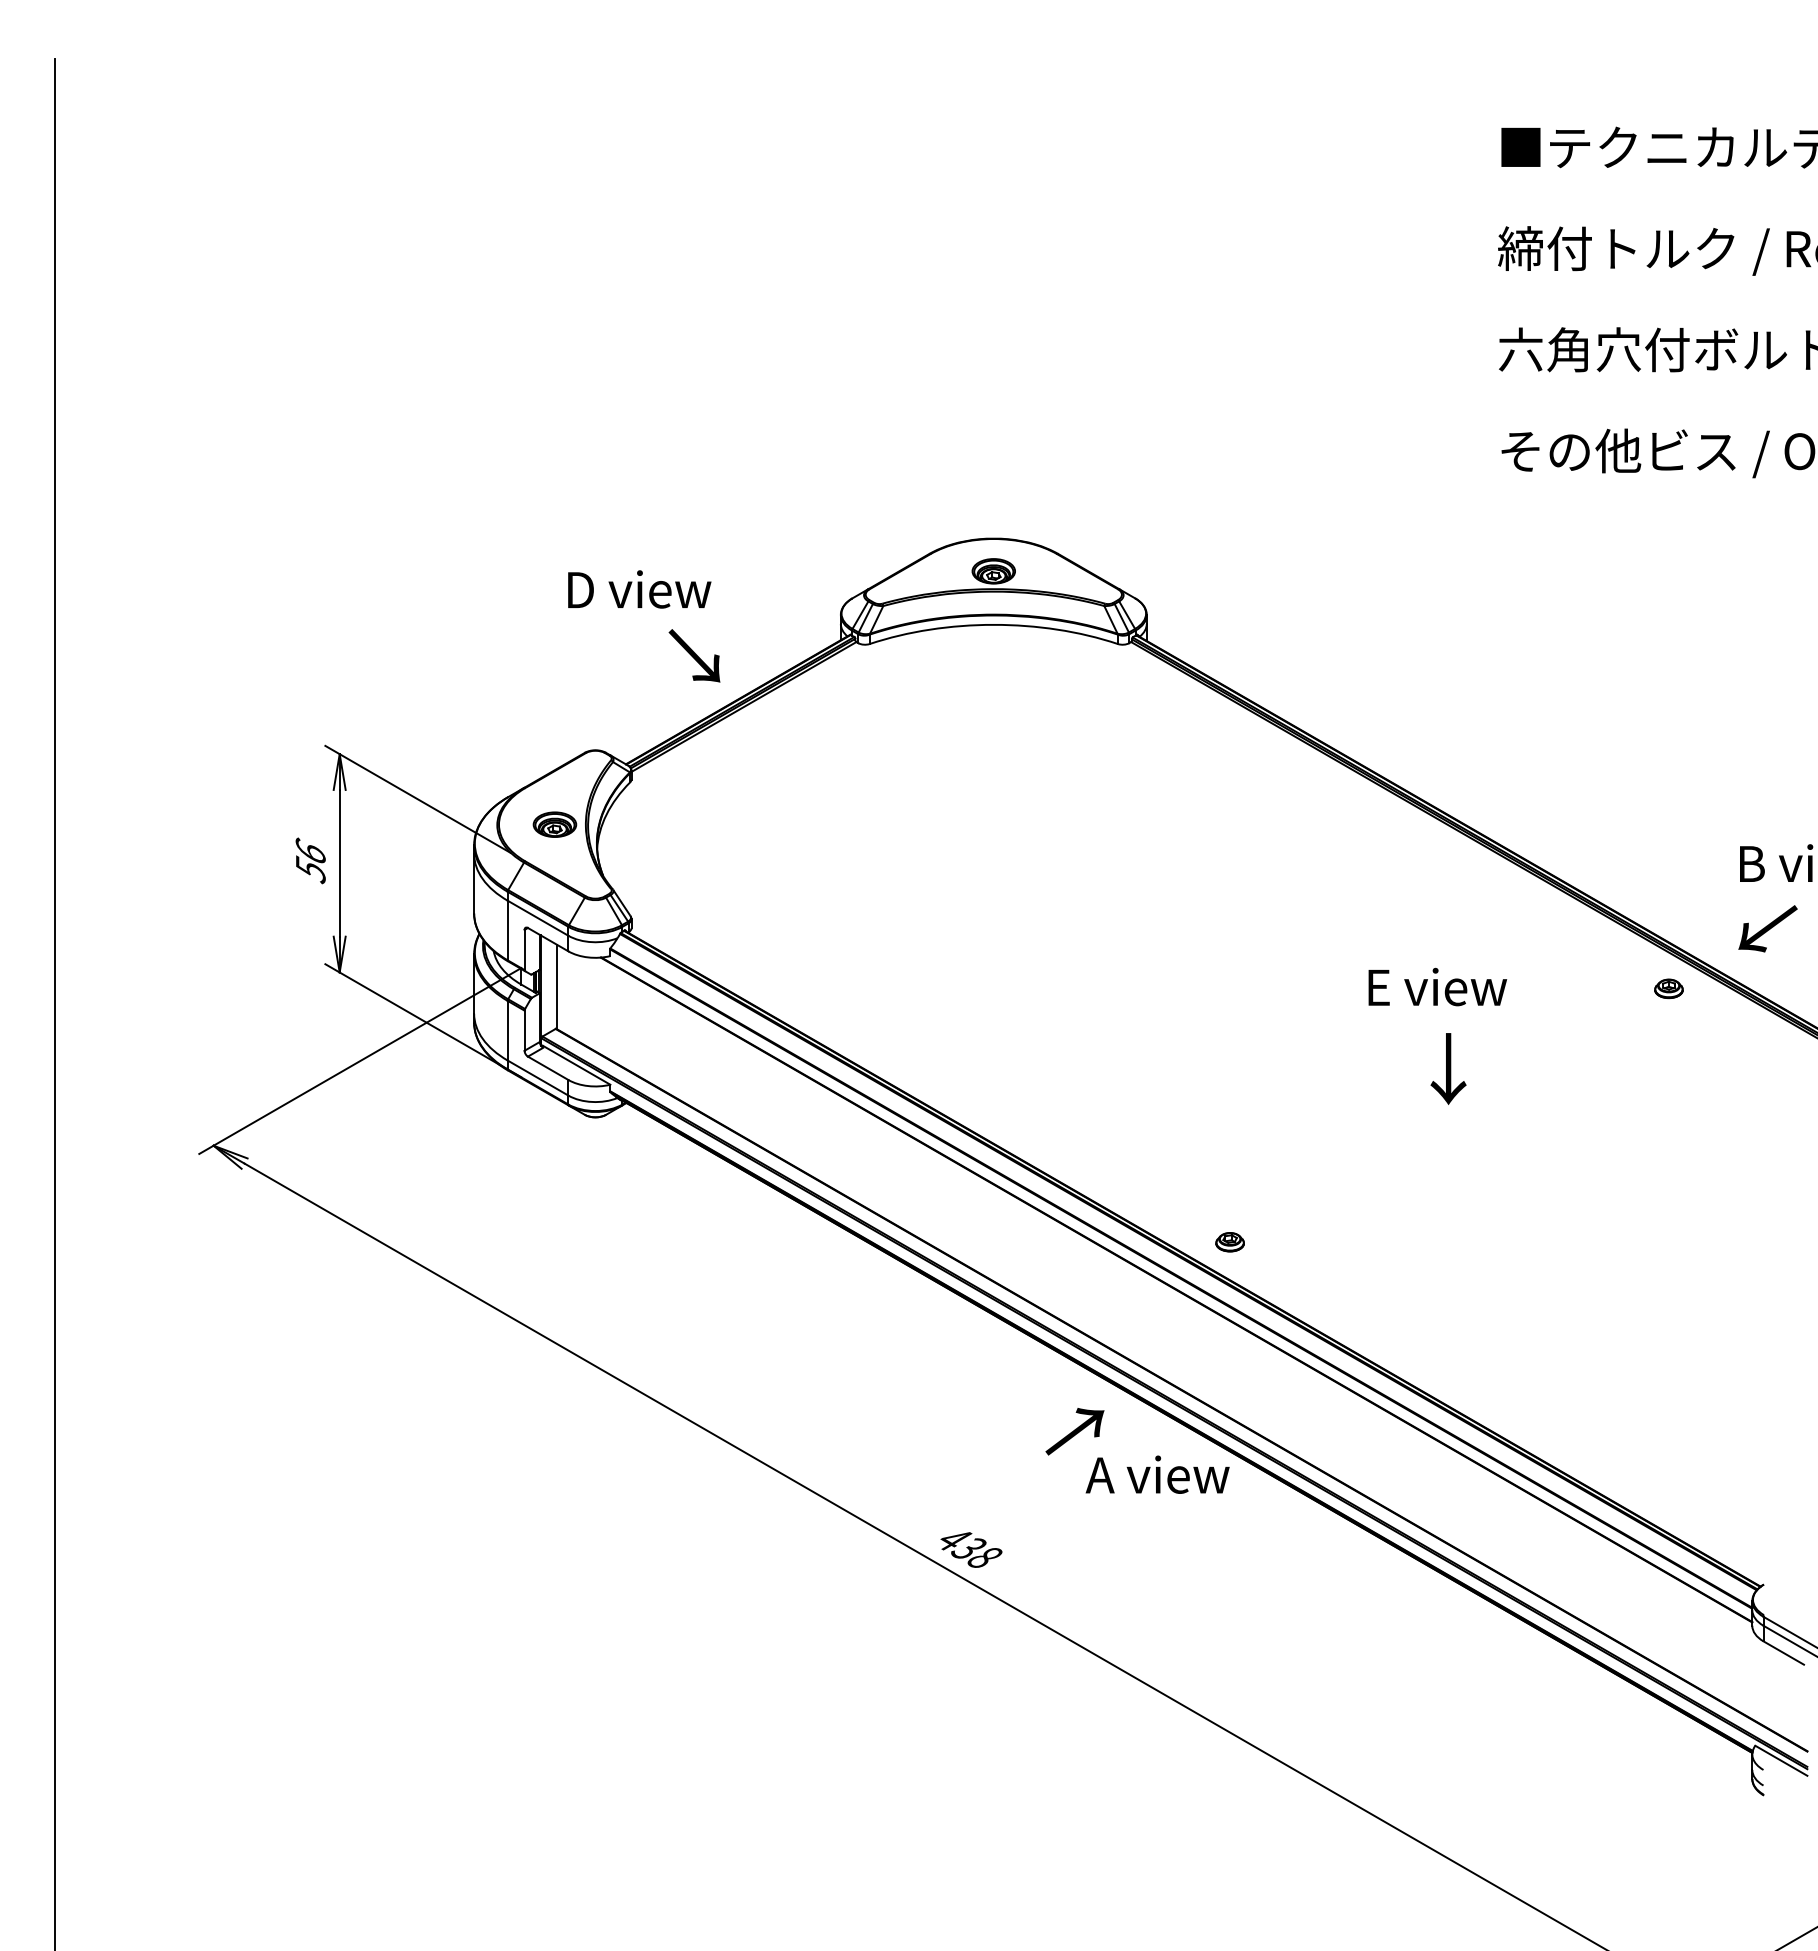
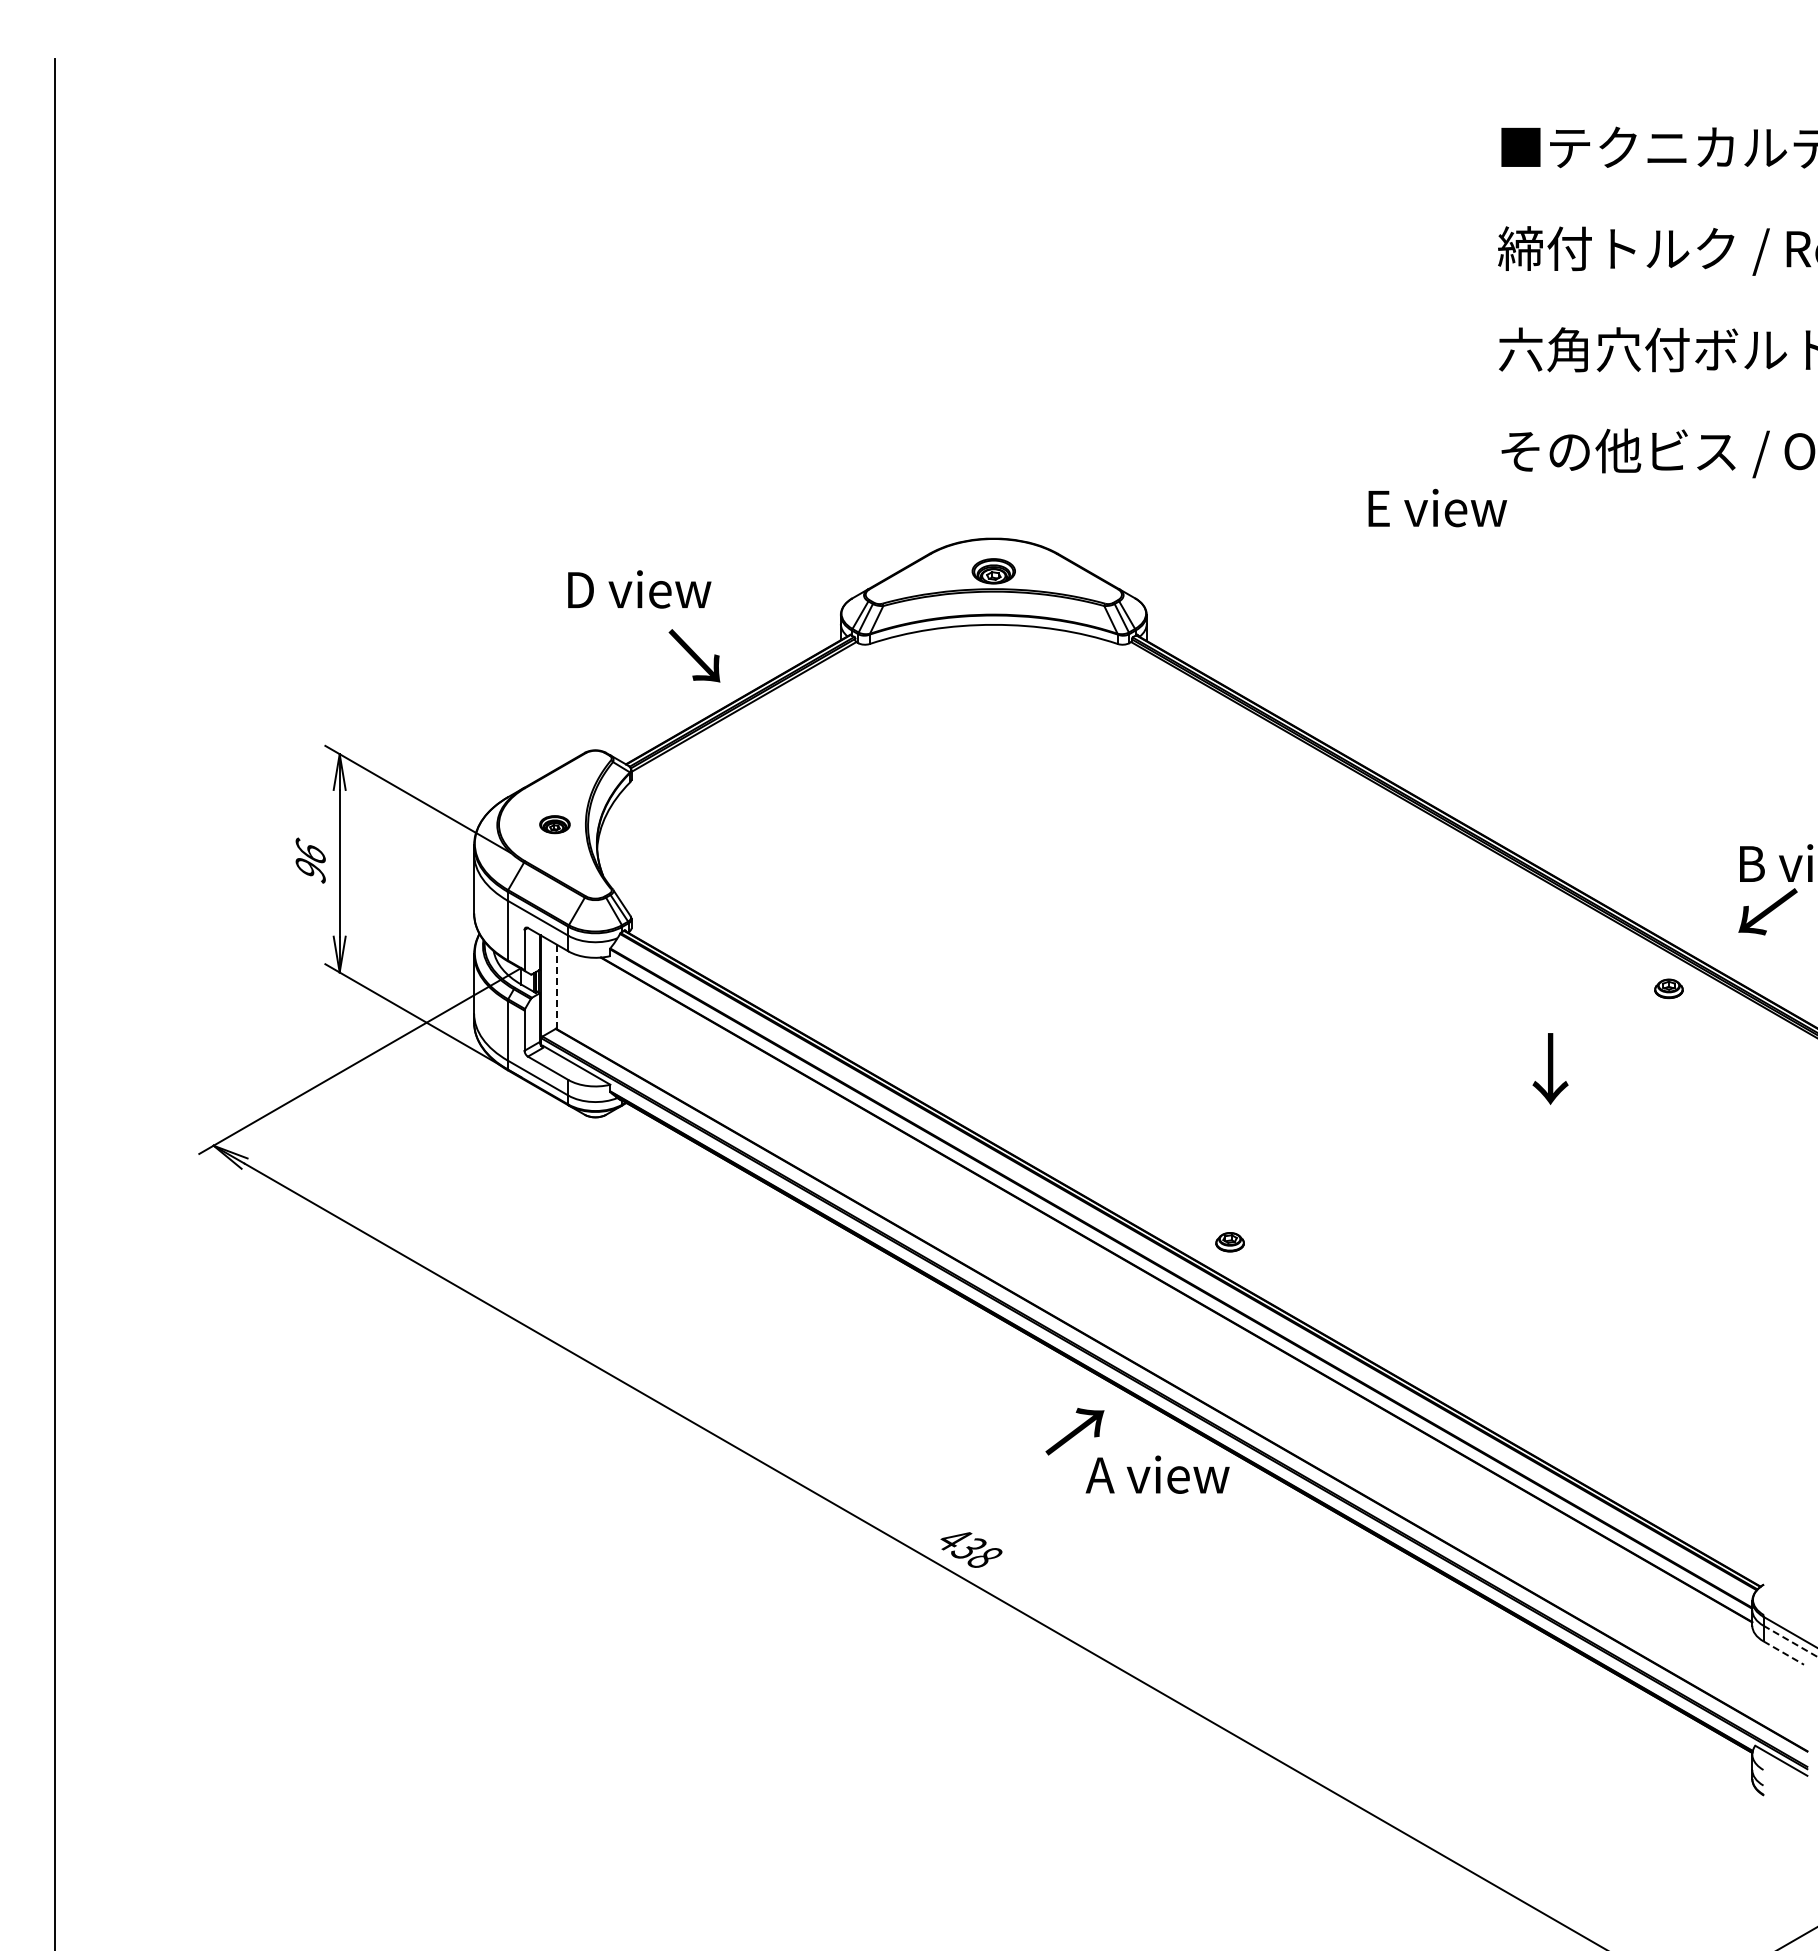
part at (554, 824) size: 46x27 px -> 32x20 px
text at (310, 869): 56 -> 96
text at (1767, 928) position: (1767, 928) -> (1767, 911)
line at (556, 986): solid -> dashed
text at (1437, 986) position: (1437, 986) -> (1437, 507)
text at (1448, 1068) position: (1448, 1068) -> (1550, 1068)
line at (1790, 1641): solid -> dashed
line at (1784, 1653): solid -> dashed
